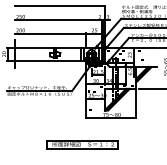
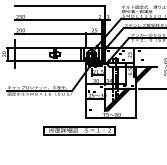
part at (82, 144) position: (82, 144) -> (79, 130)
